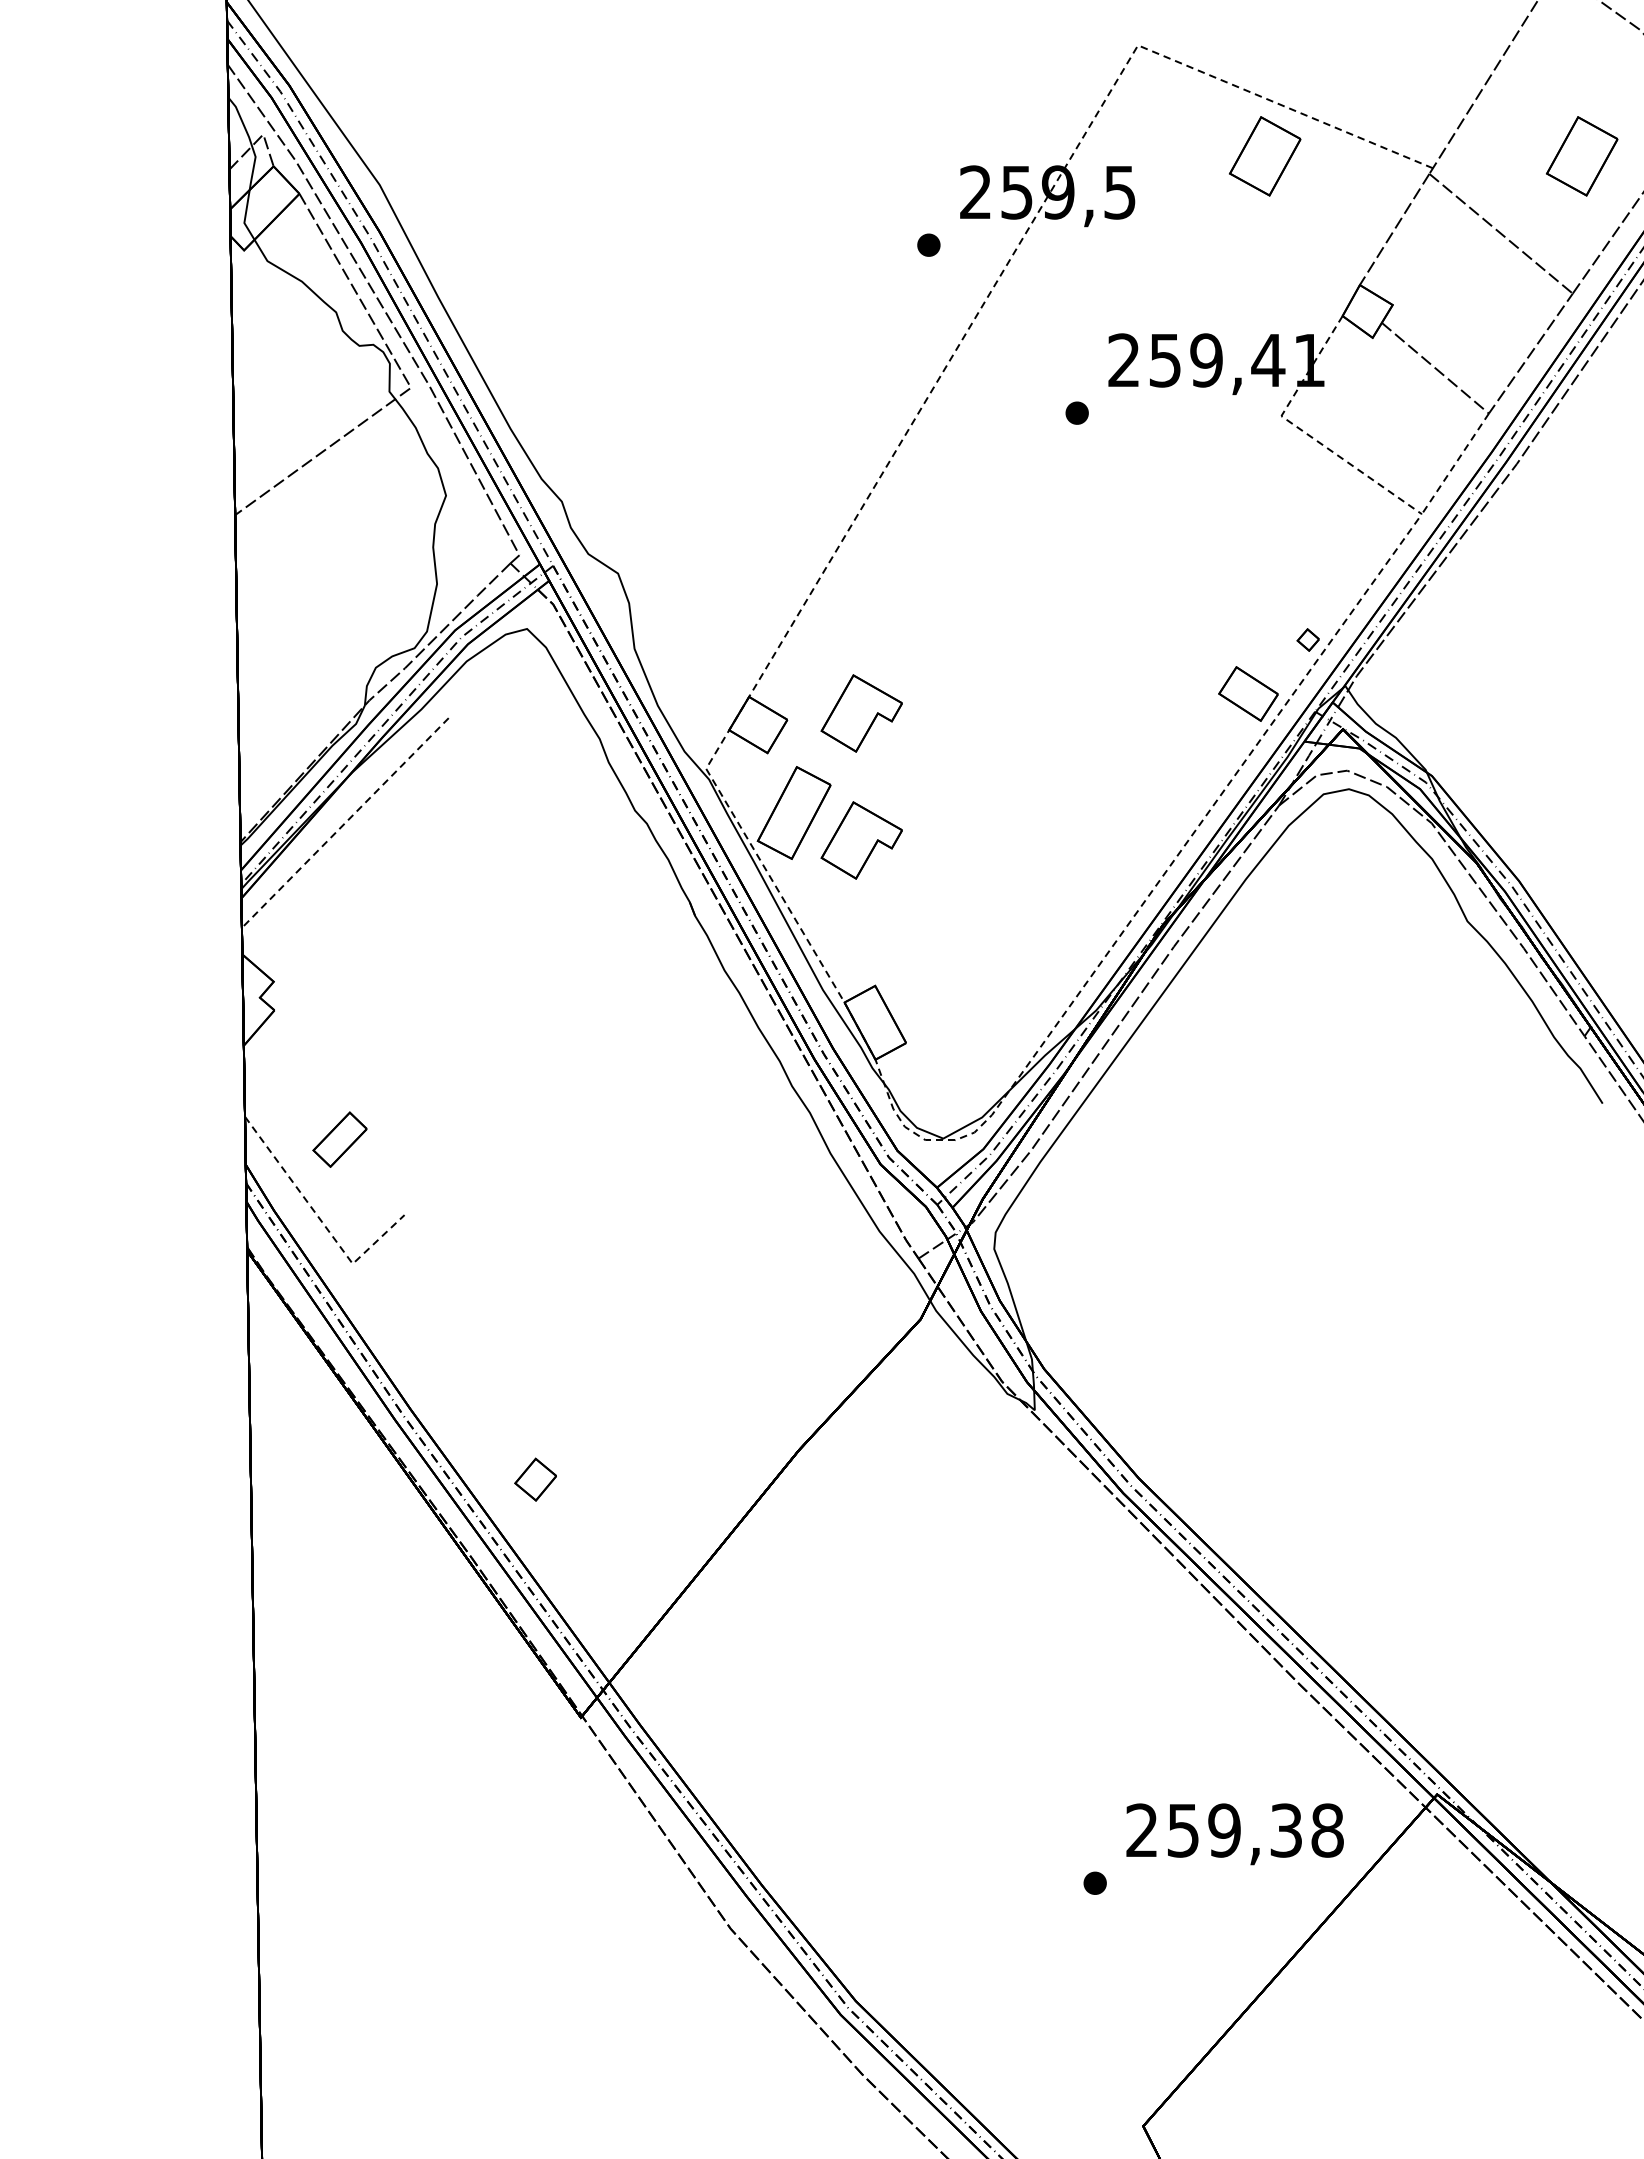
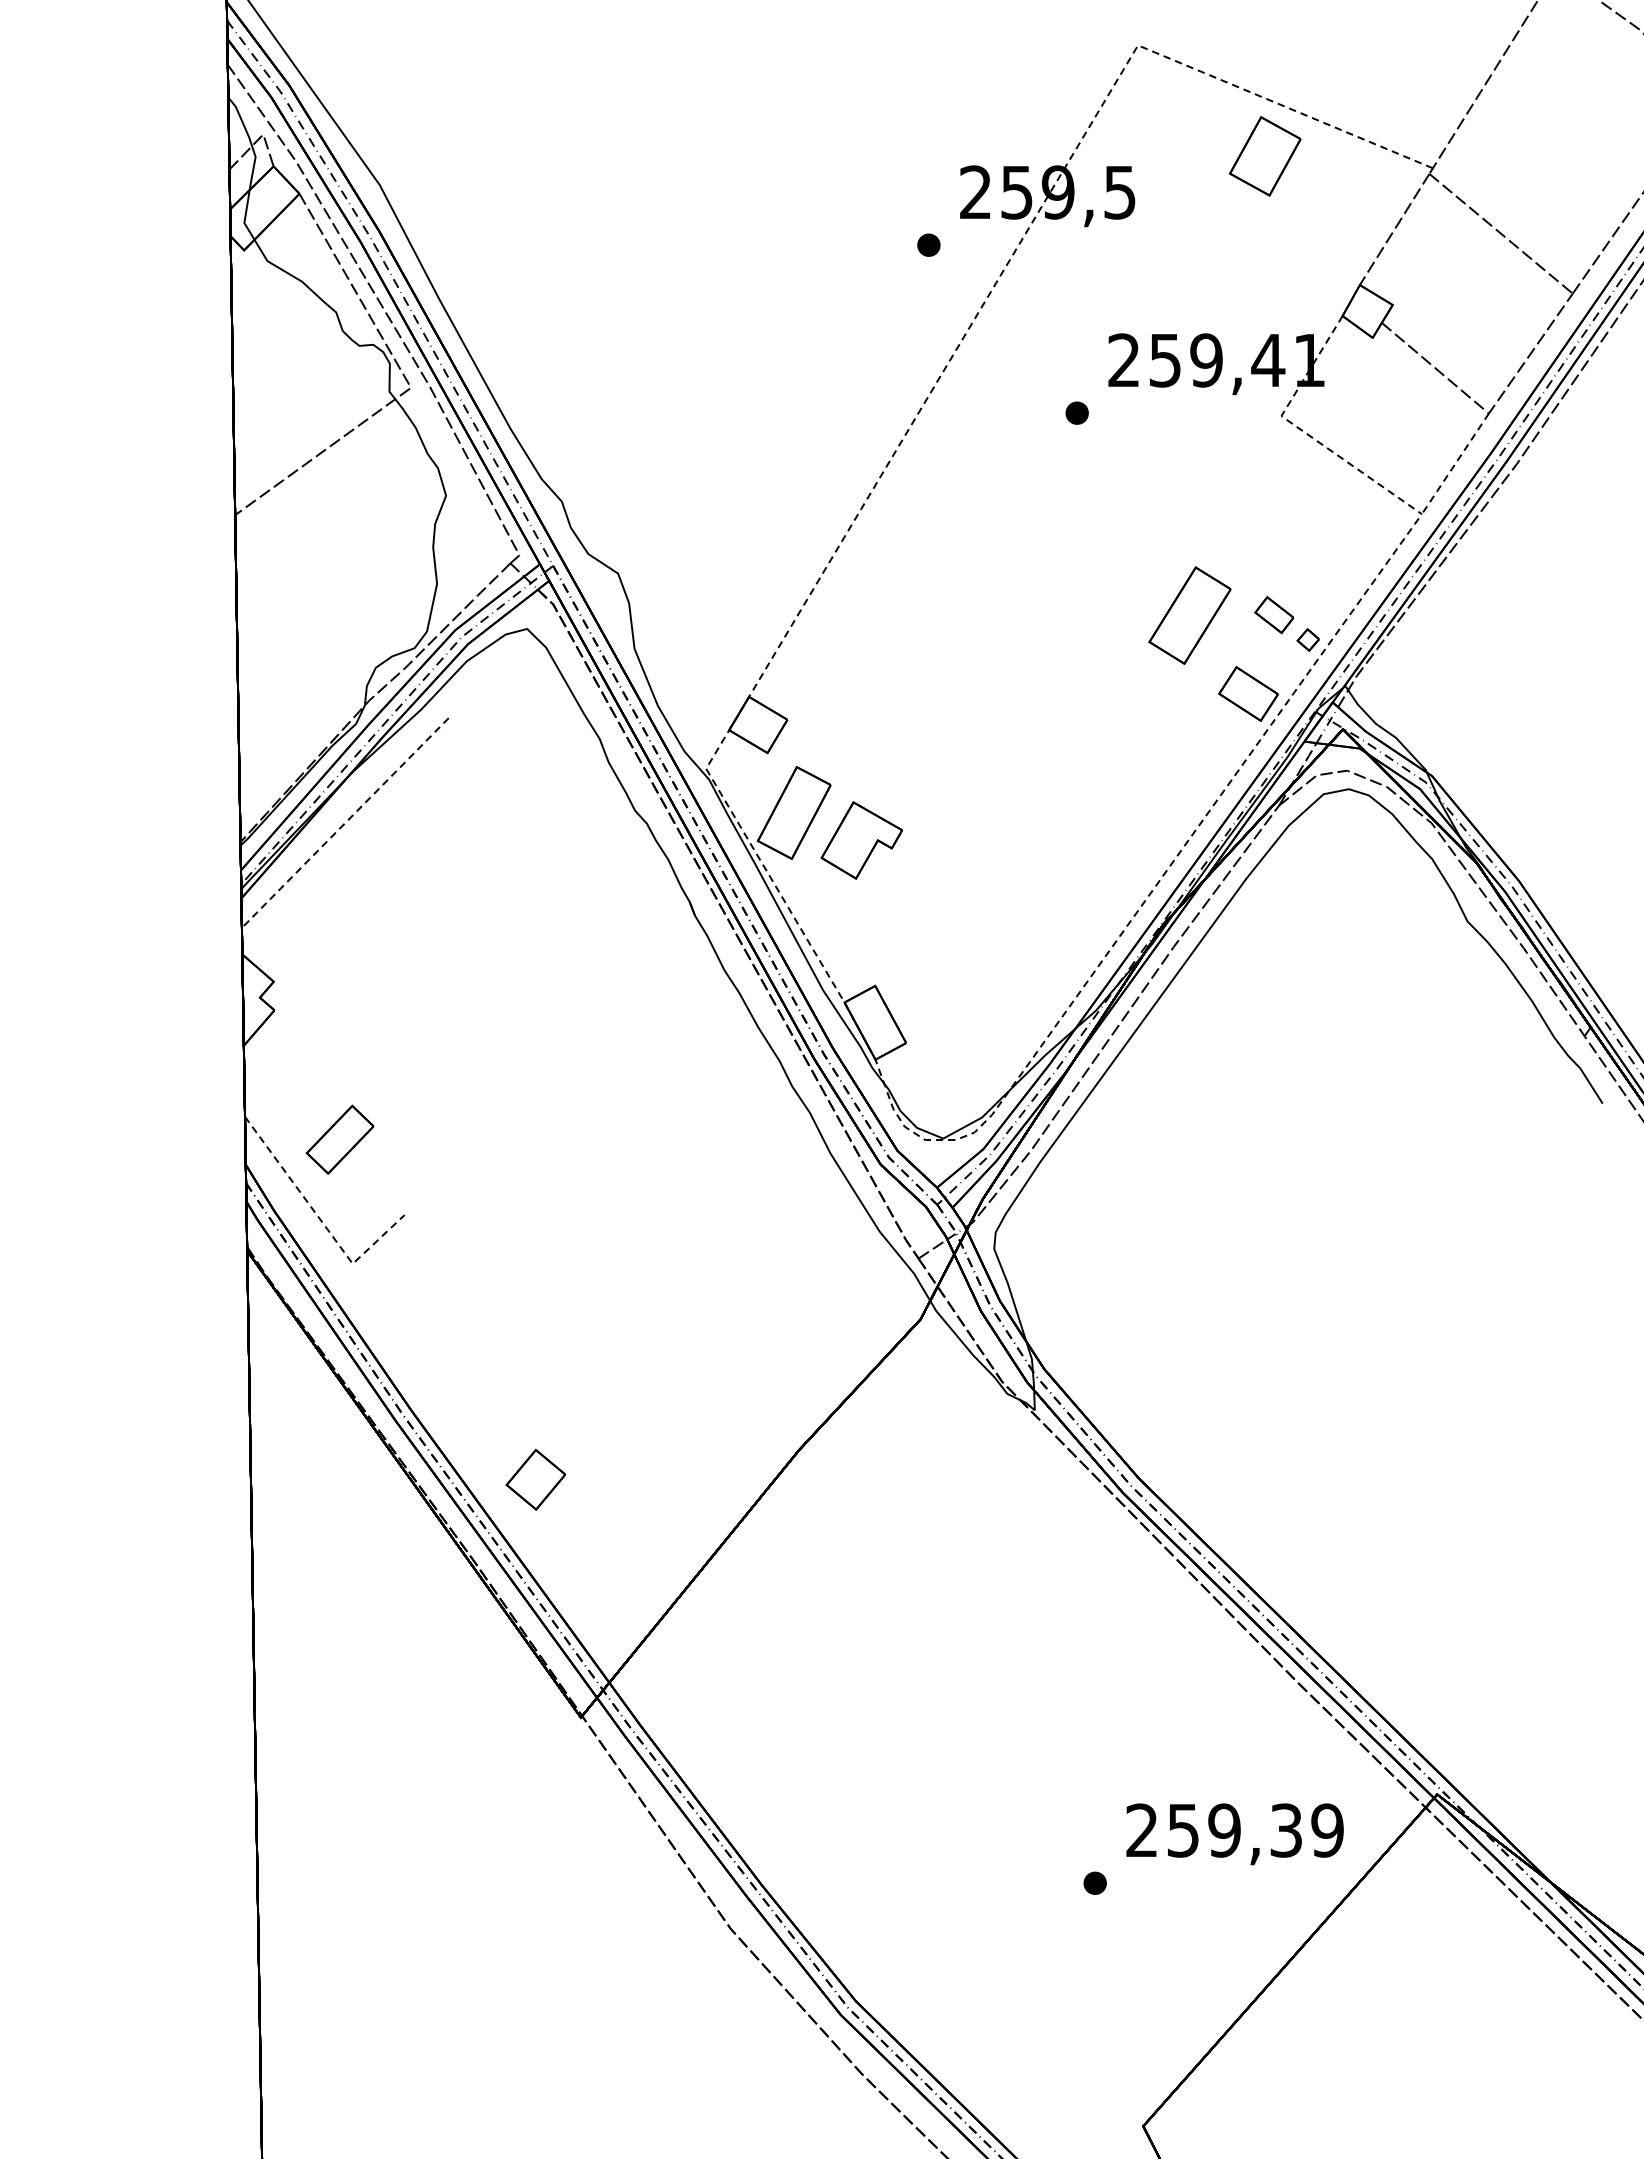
part at (1582, 156): present -> none
part at (1189, 615): none -> present
part at (1274, 615): none -> present
part at (861, 713): present -> none
part at (339, 1139) size: 56x57 px -> 70x71 px
part at (535, 1479) size: 43x45 px -> 61x63 px
text at (1327, 1830): 259,38 -> 259,39
